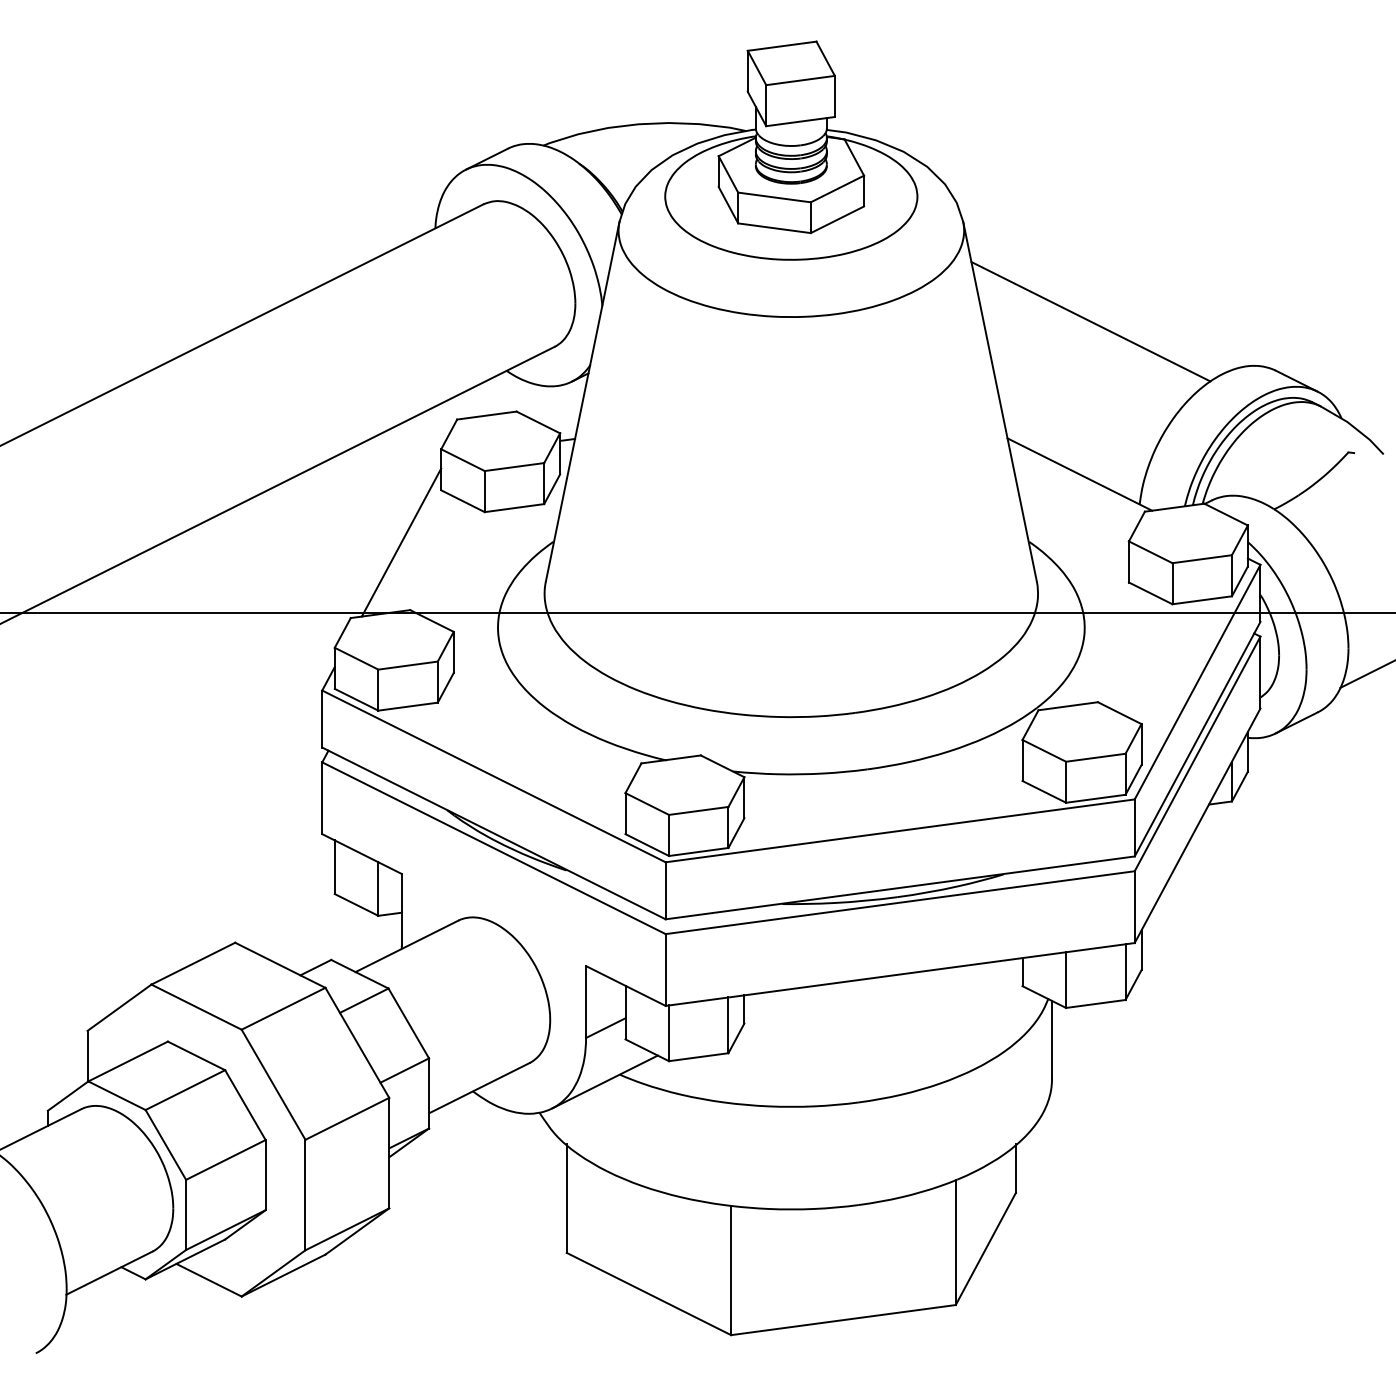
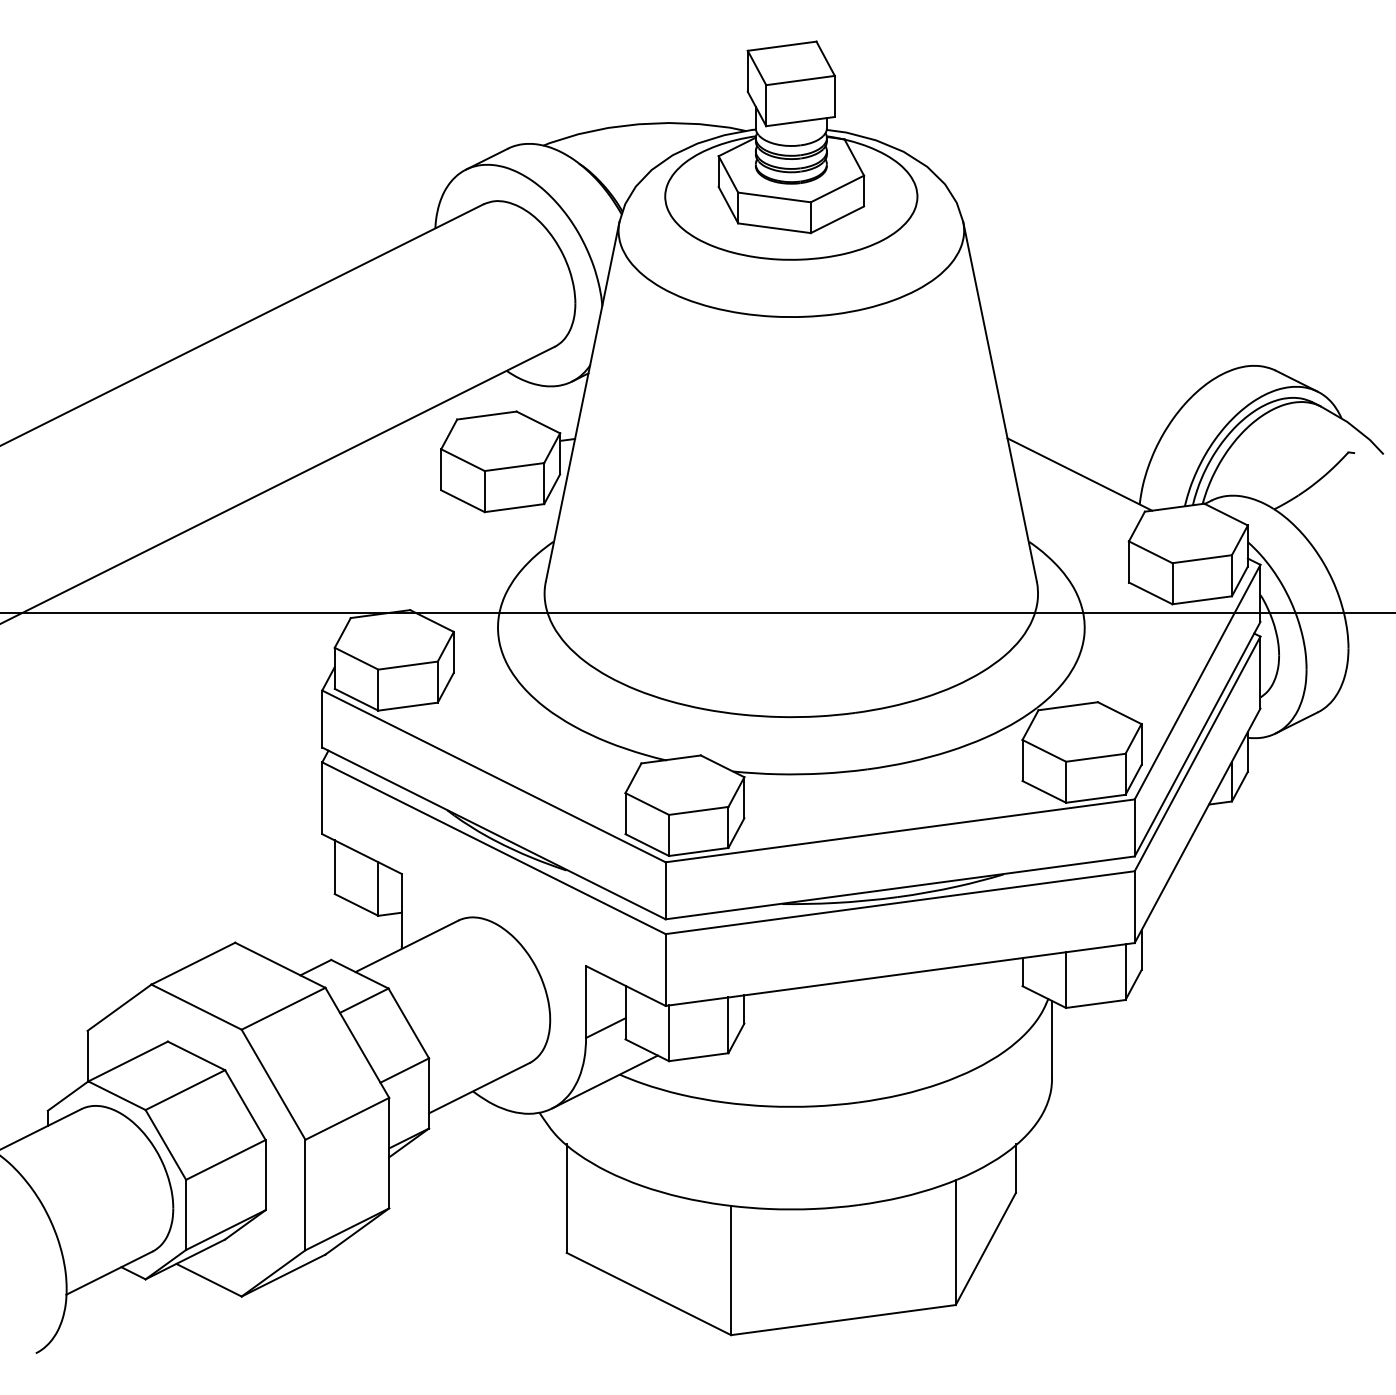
line at (1090, 321): present -> none
line at (401, 542): present -> none
line at (1366, 674): present -> none
